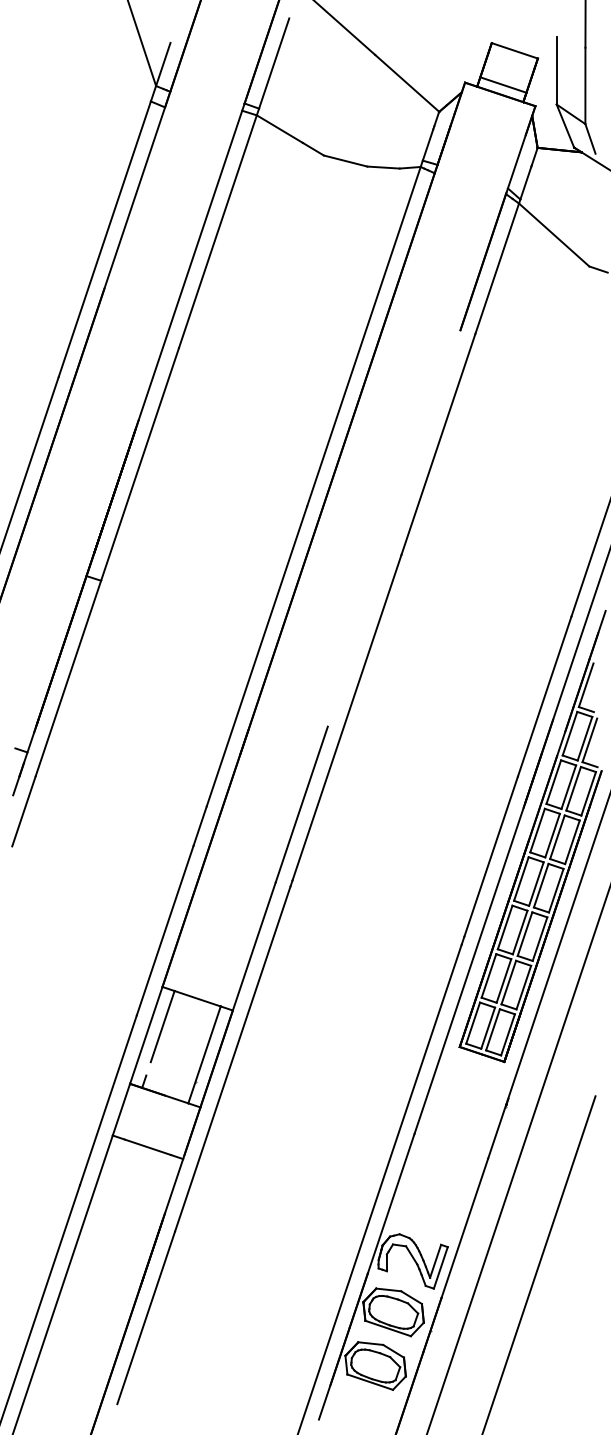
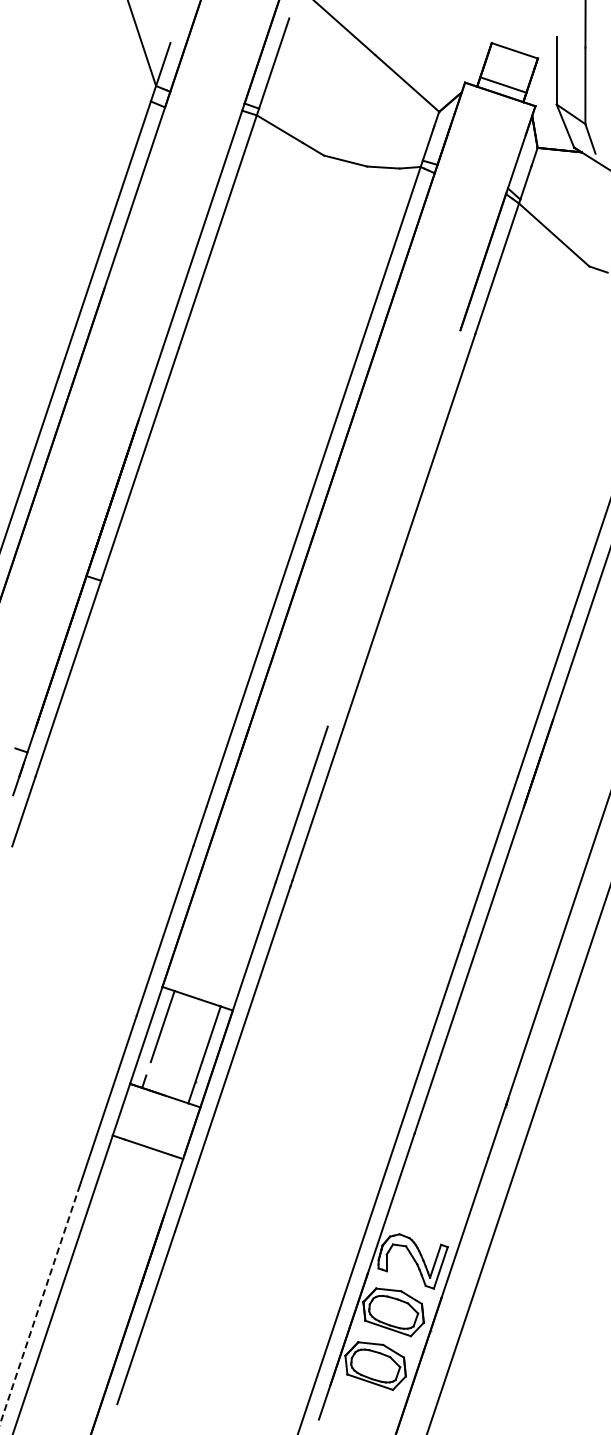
part at (532, 836): present -> none
line at (539, 1263): present -> none
line at (40, 1304): solid -> dashed
